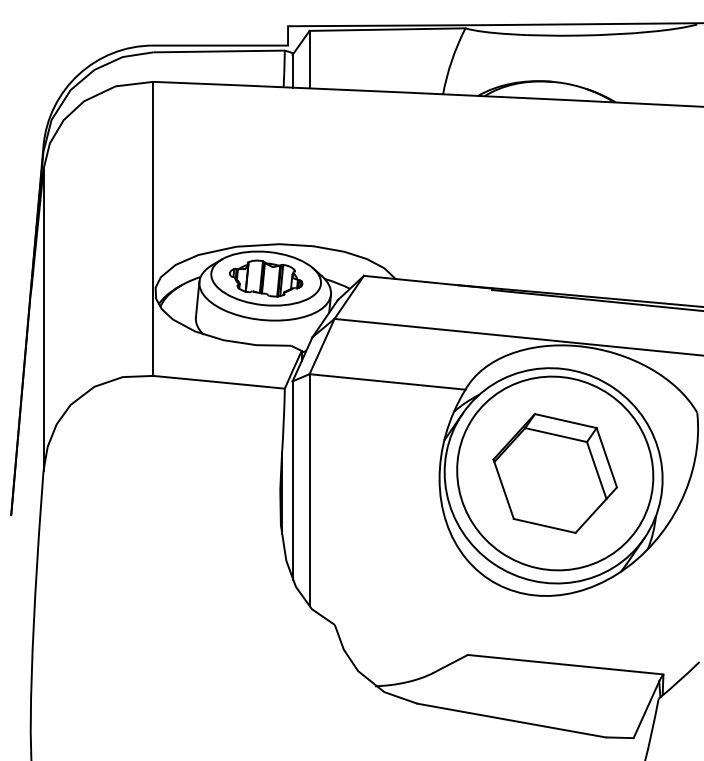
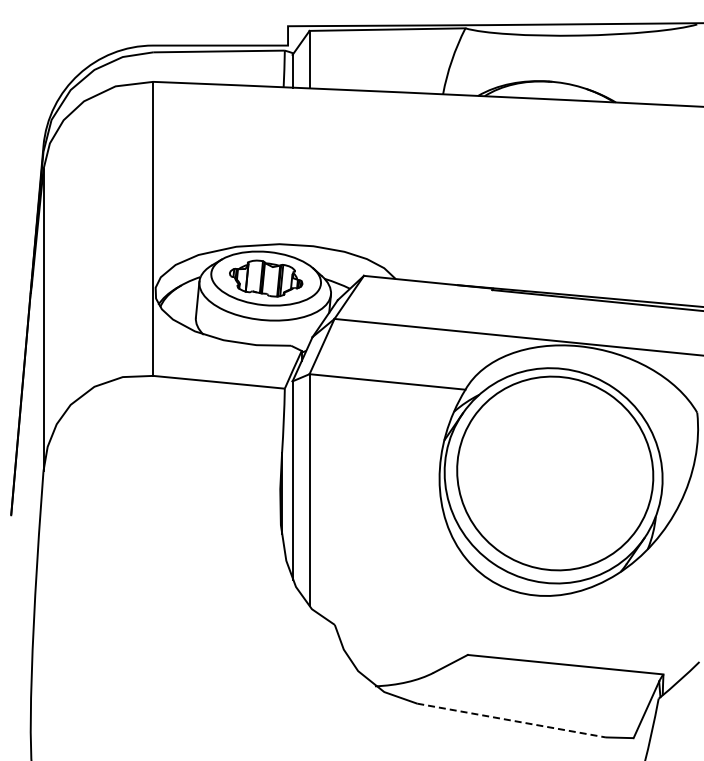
part at (555, 472): present -> none
line at (511, 720): solid -> dashed
